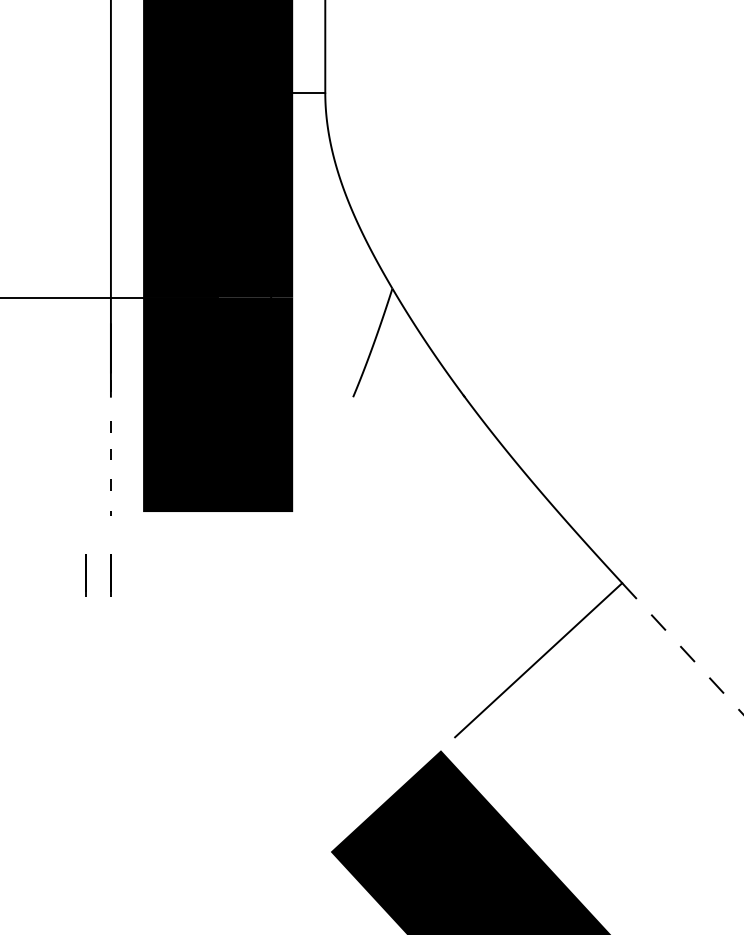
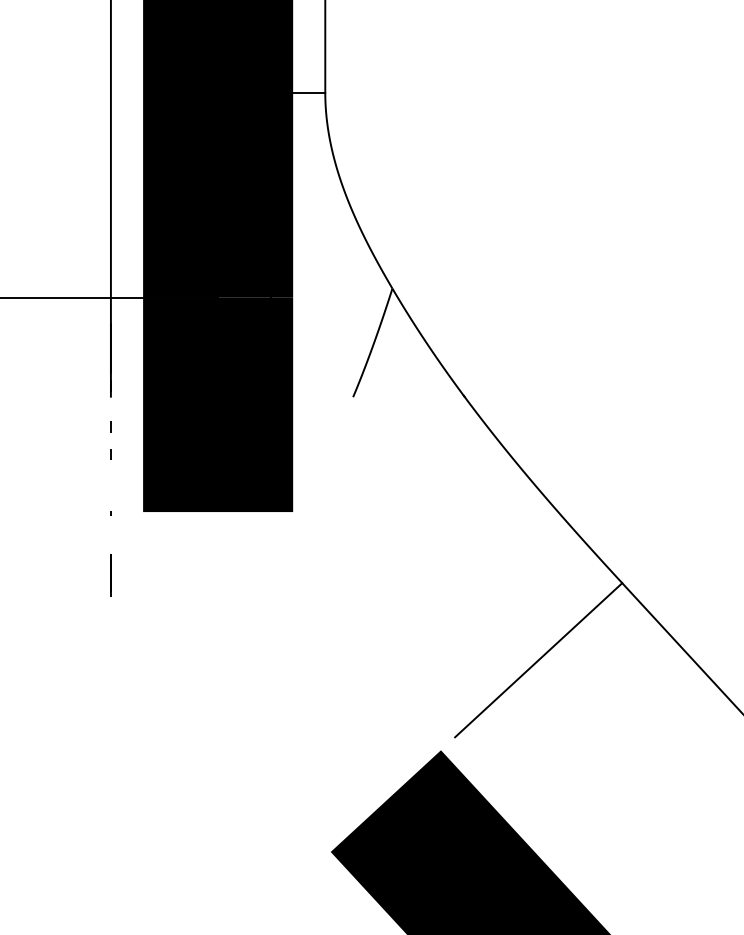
line at (110, 484): present -> none
line at (85, 575): present -> none
line at (683, 649): dashed -> solid
